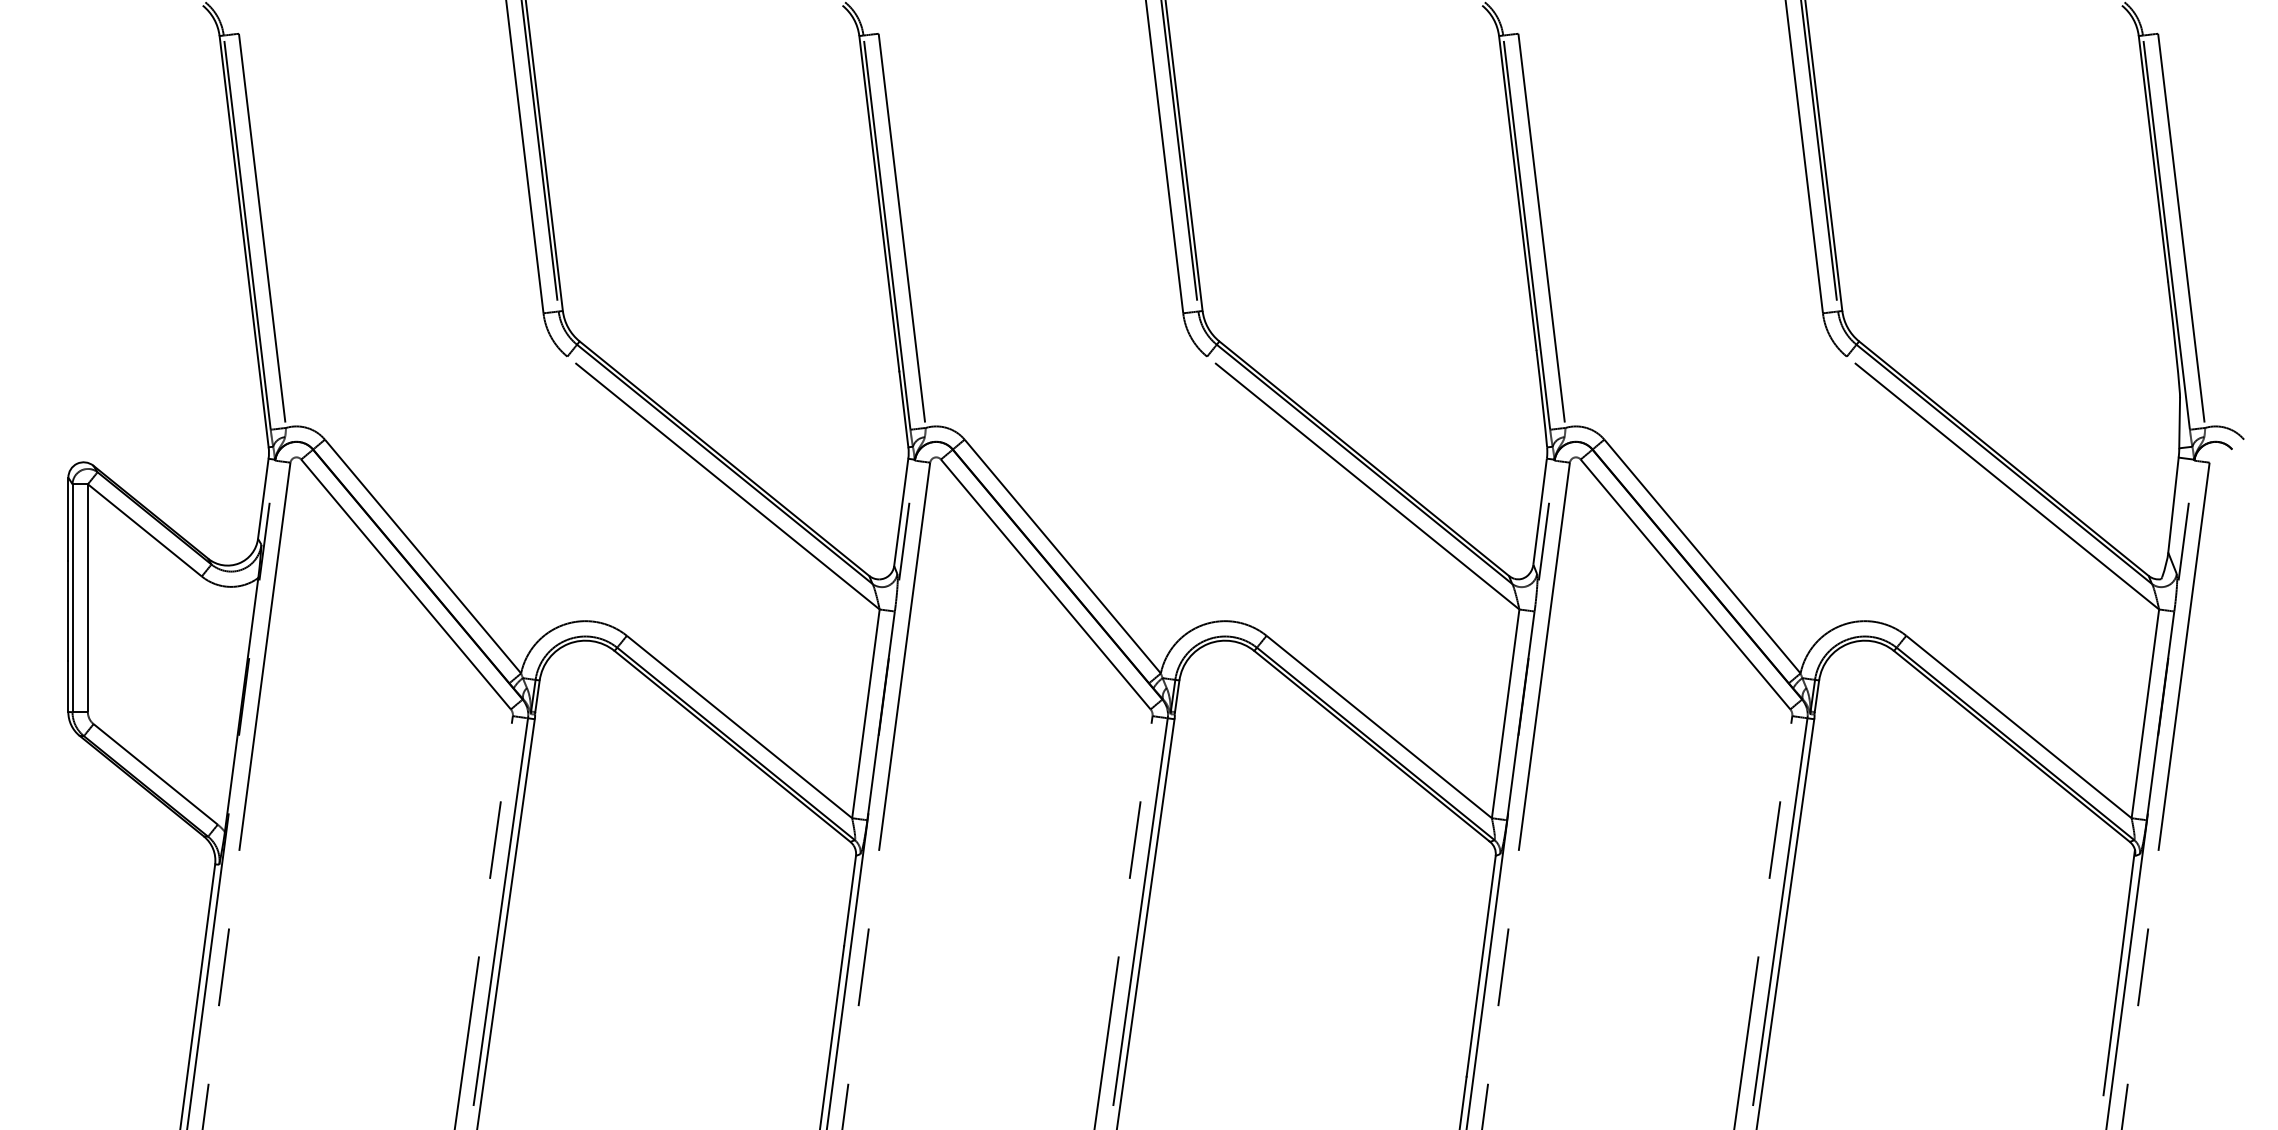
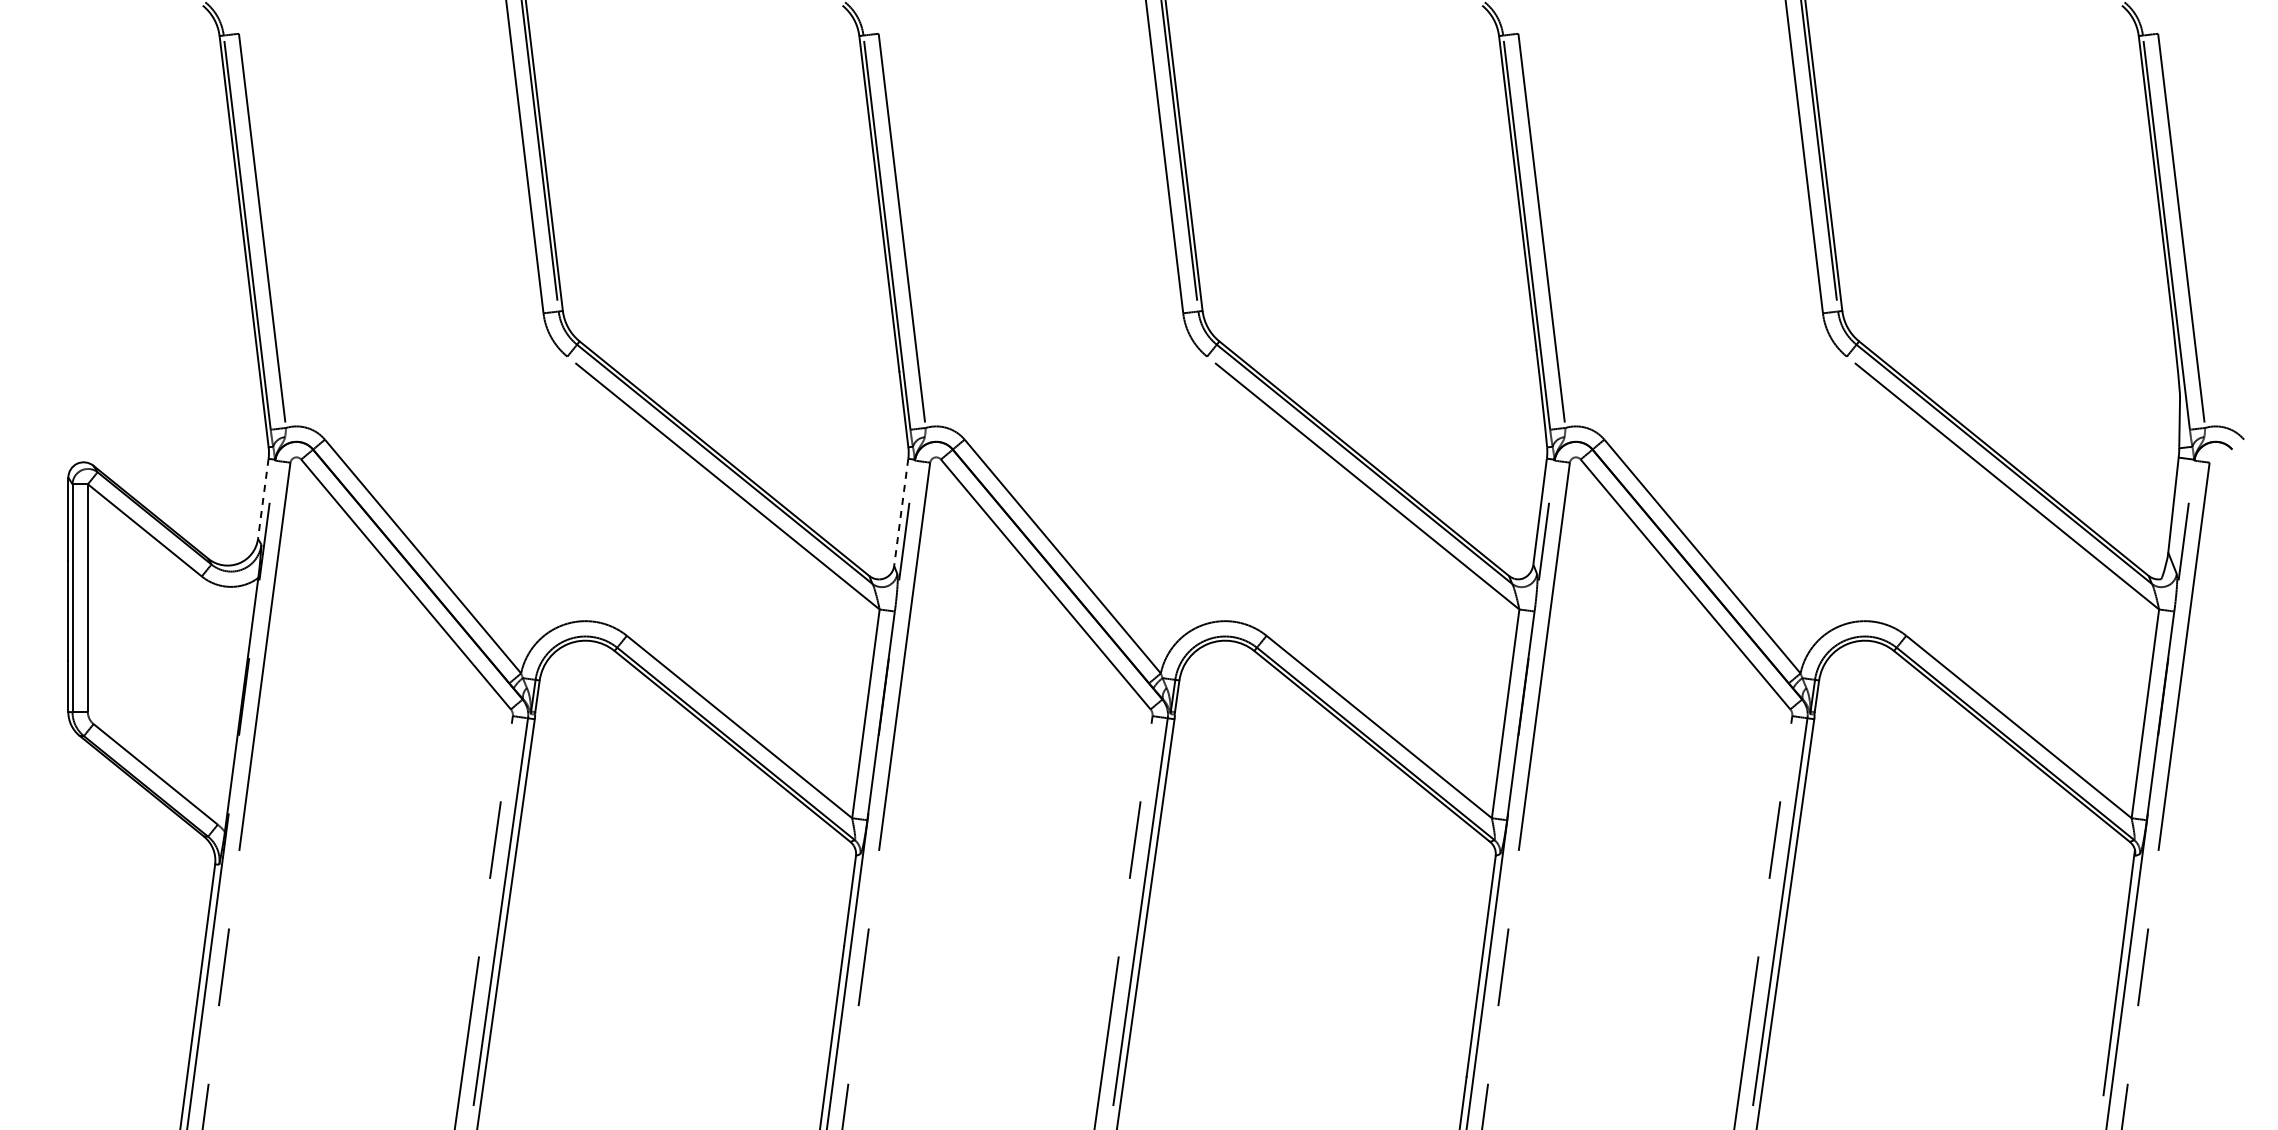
line at (263, 499): solid -> dashed
line at (901, 512): solid -> dashed
